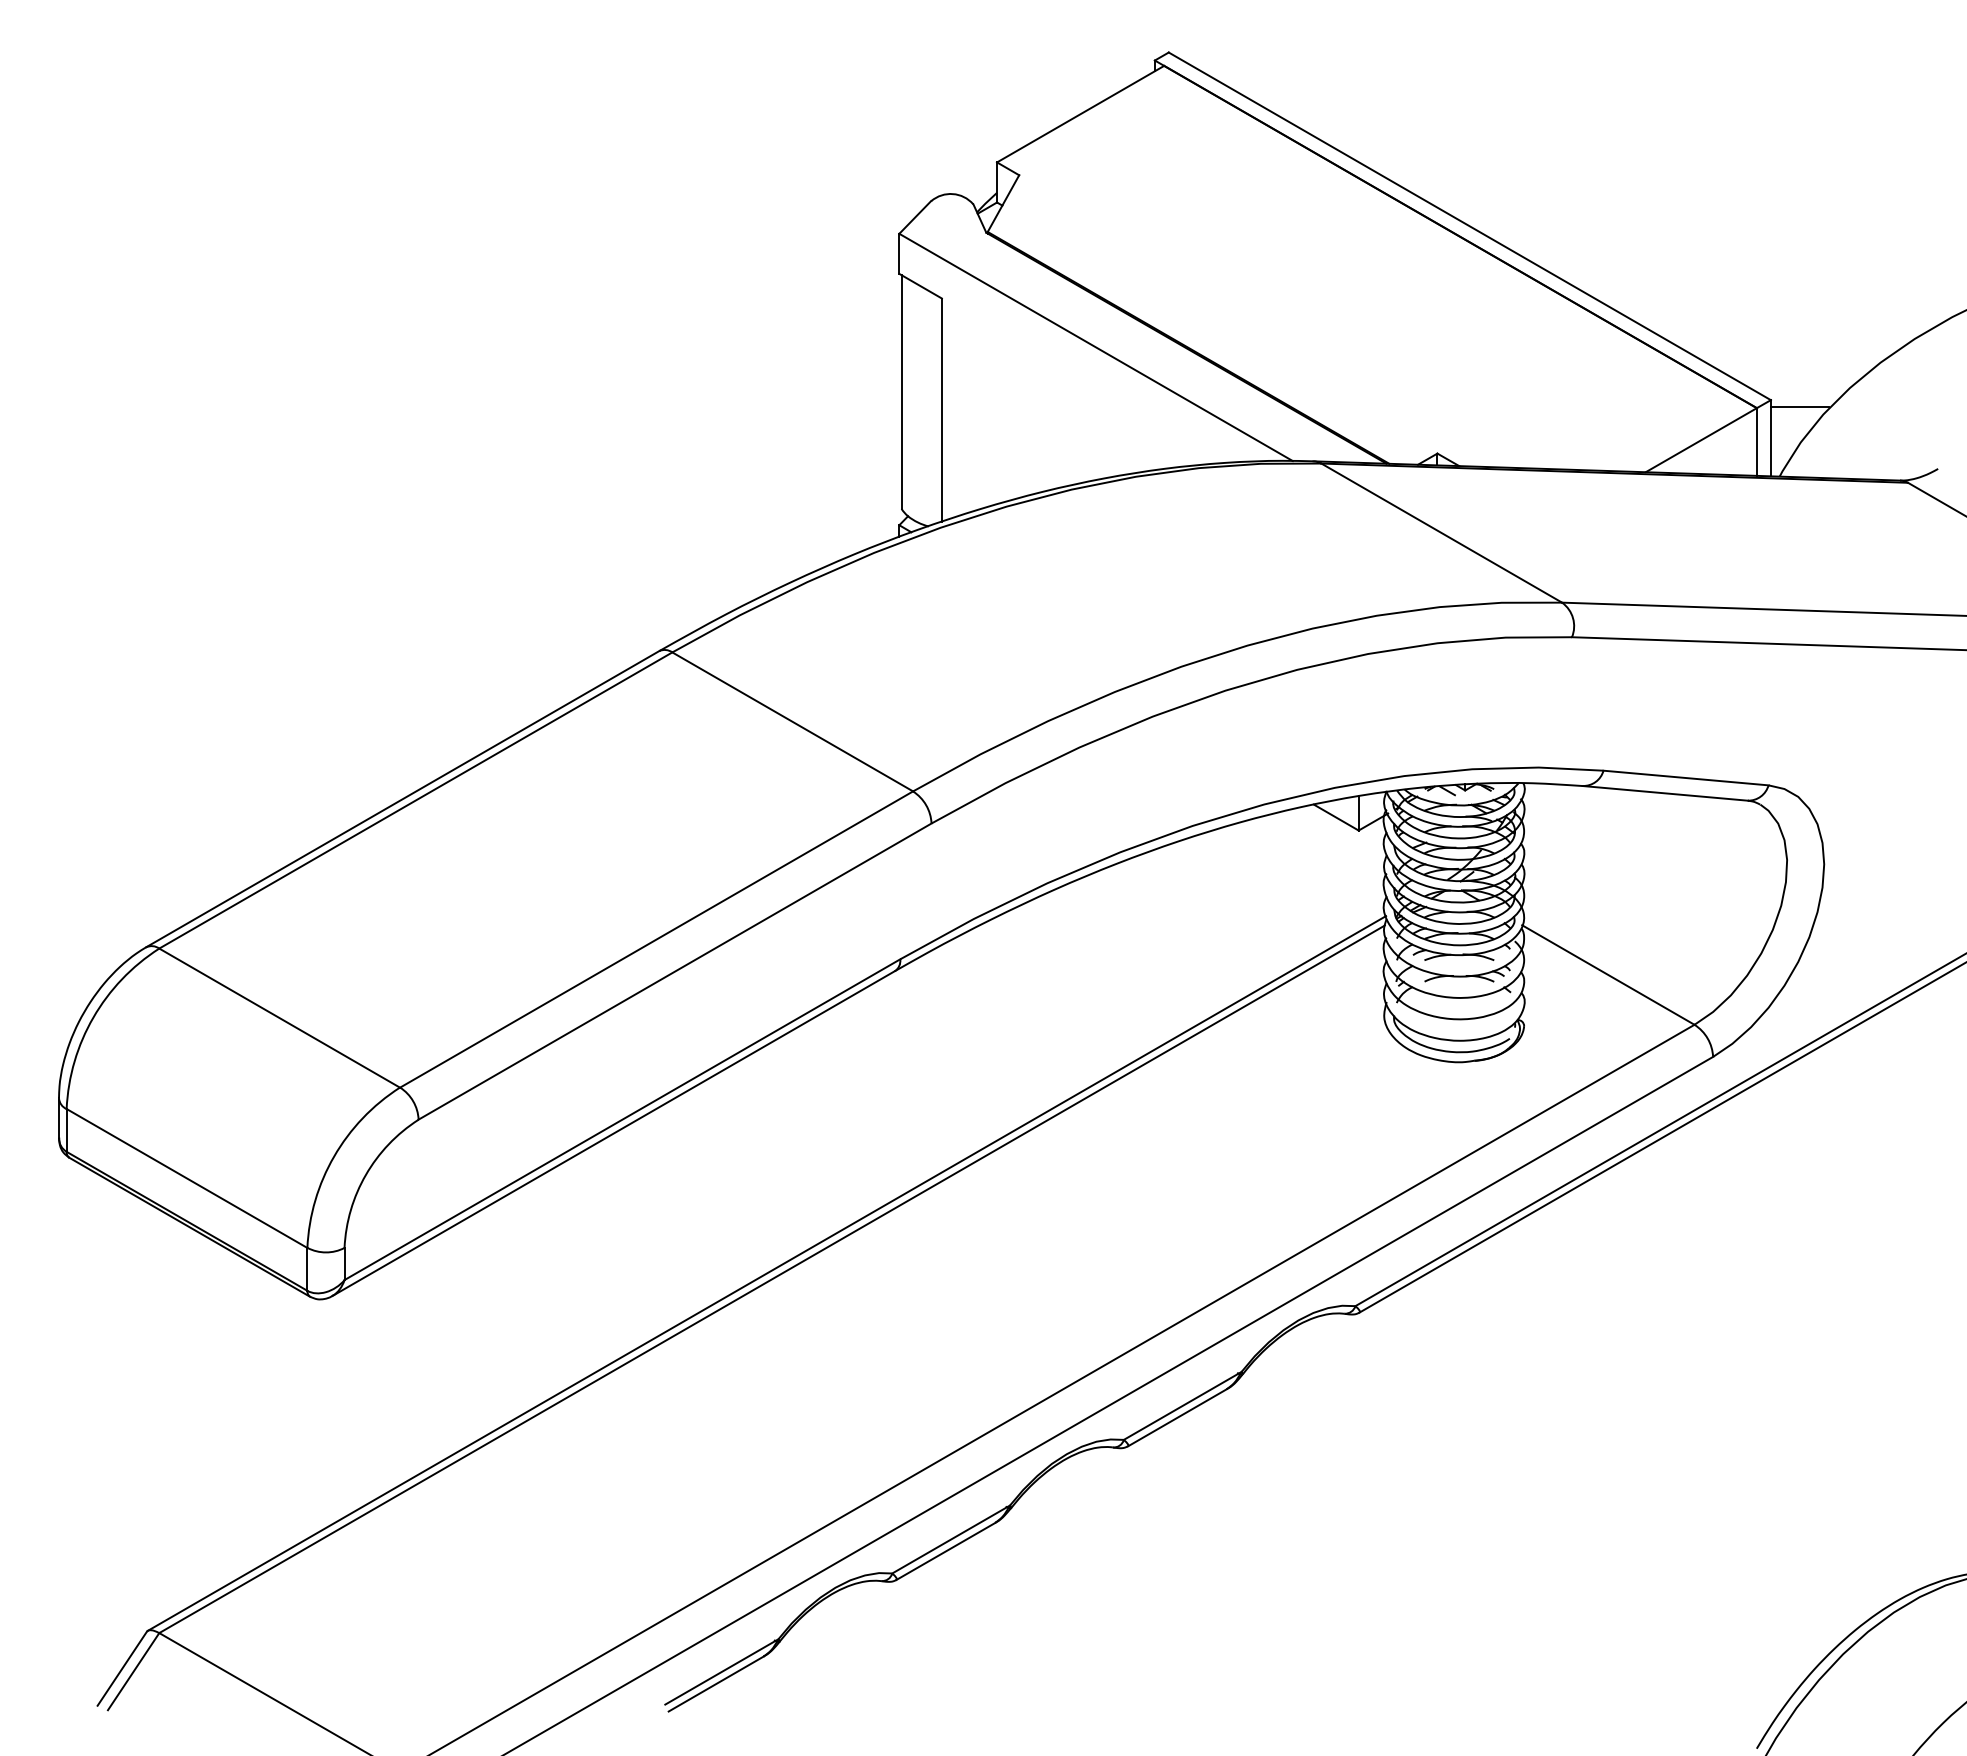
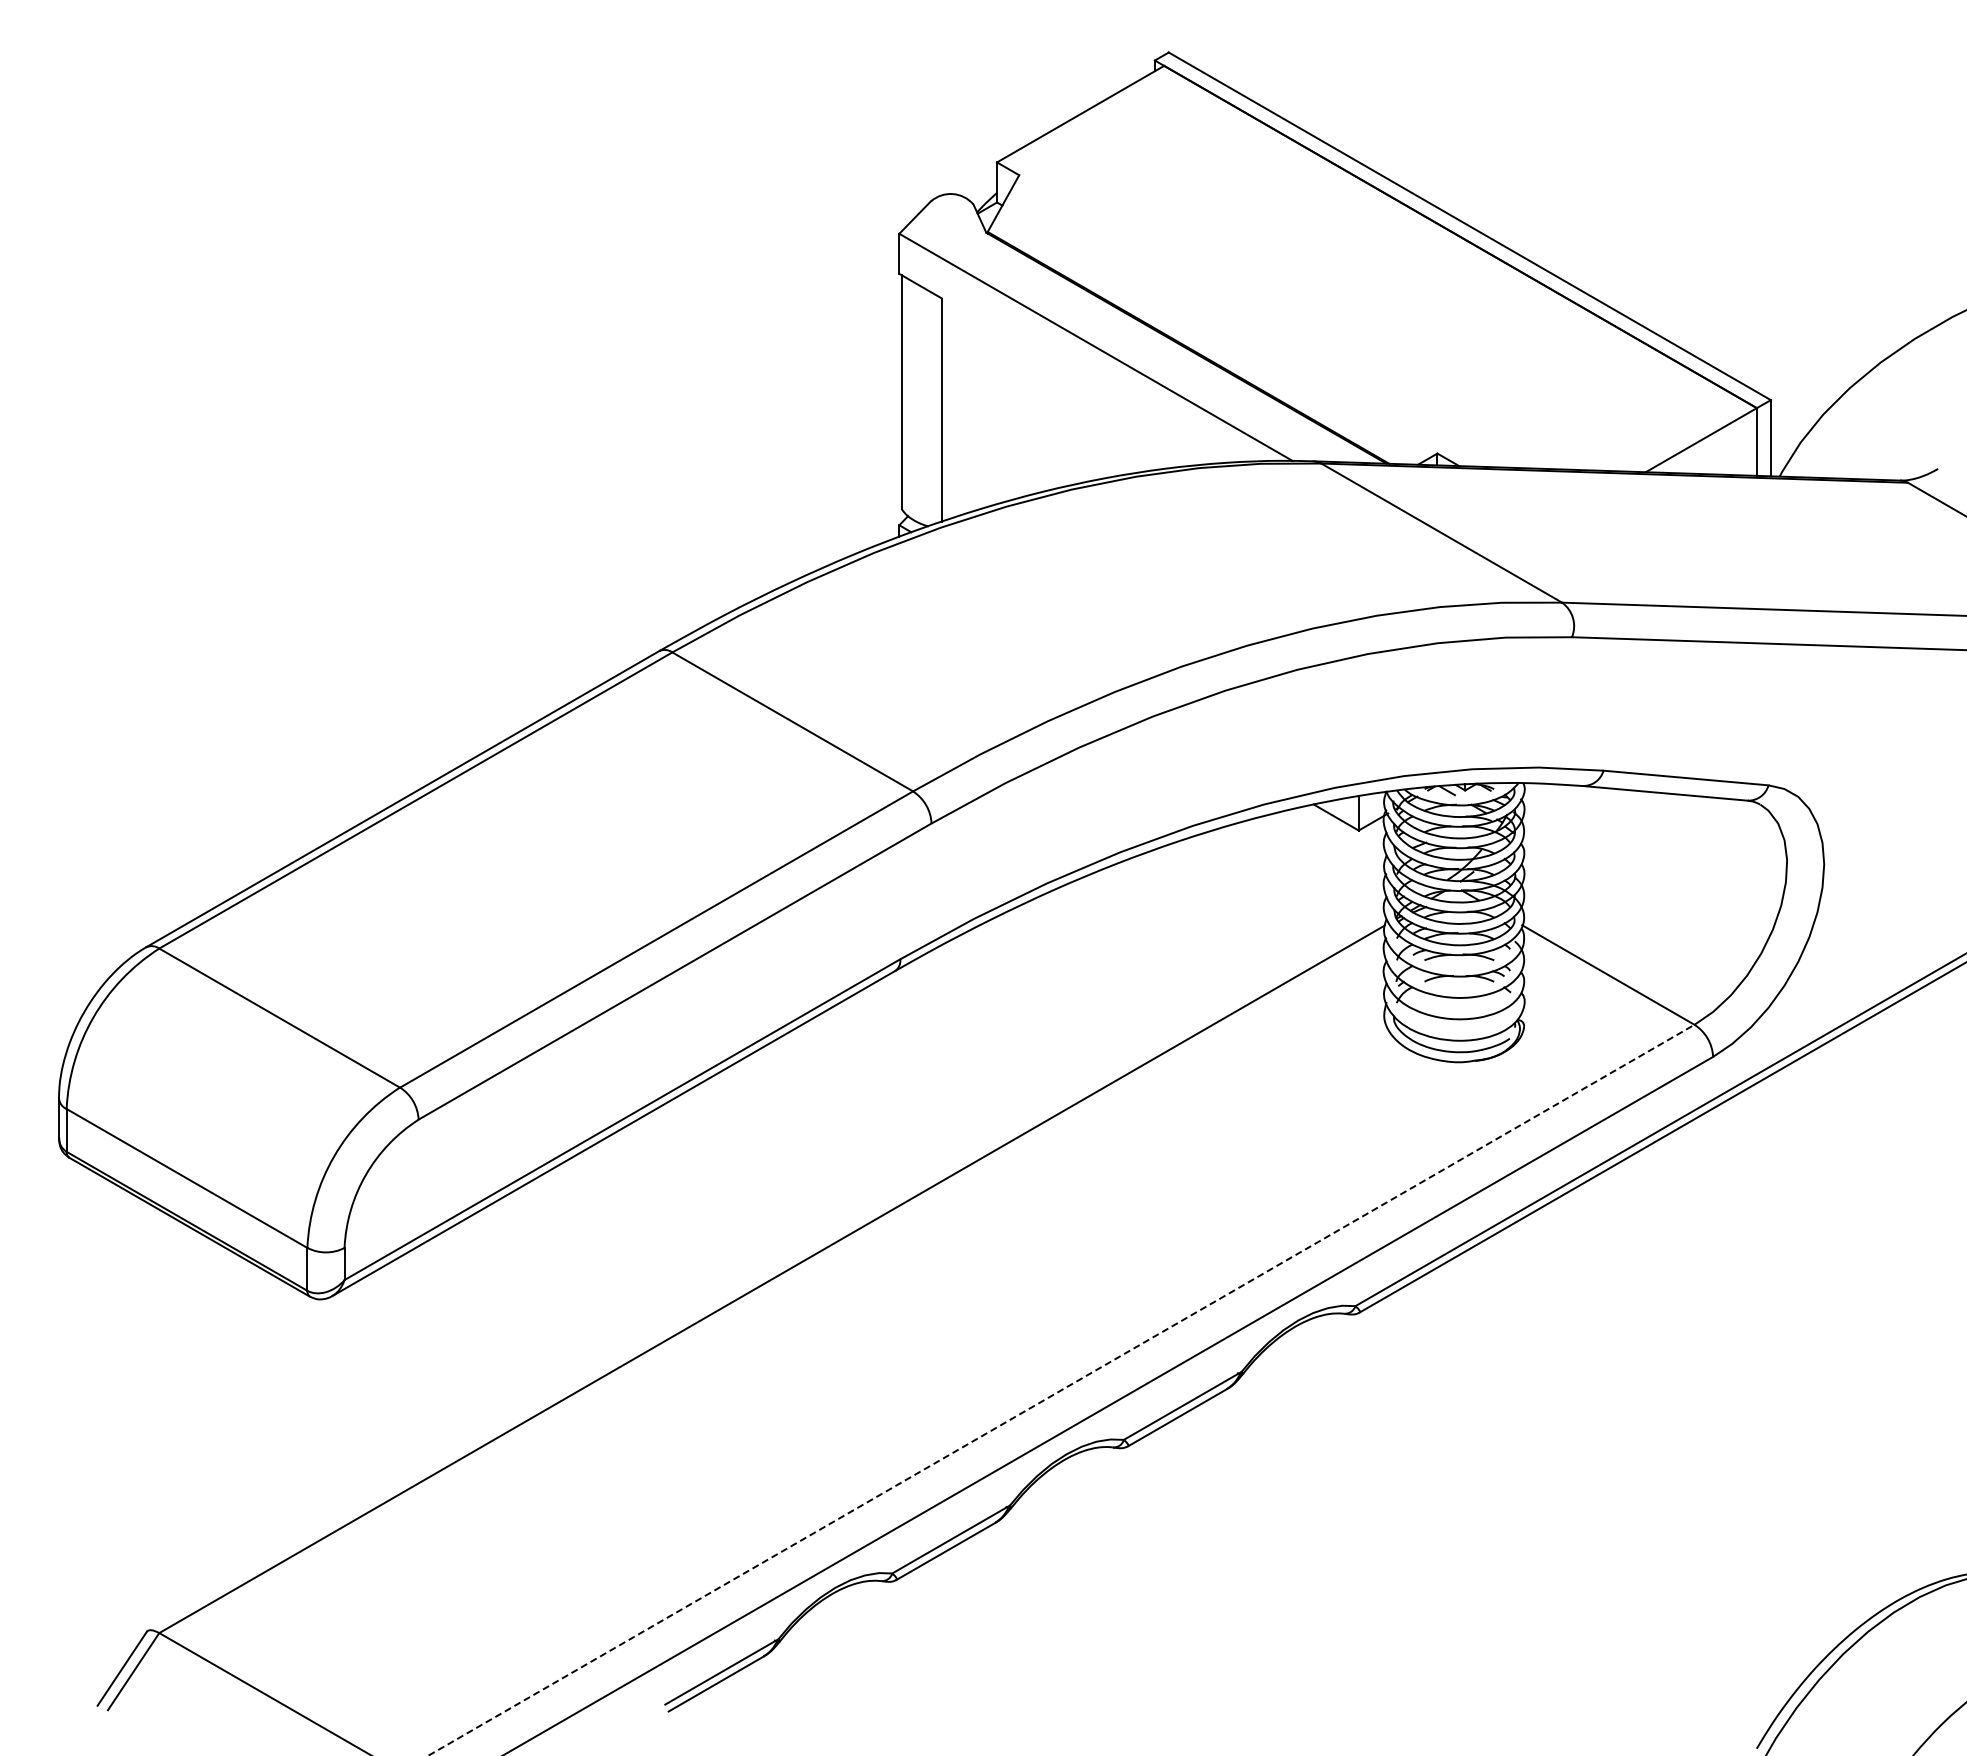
line at (1799, 407): present -> none
line at (767, 1273): present -> none
line at (1061, 1390): solid -> dashed
